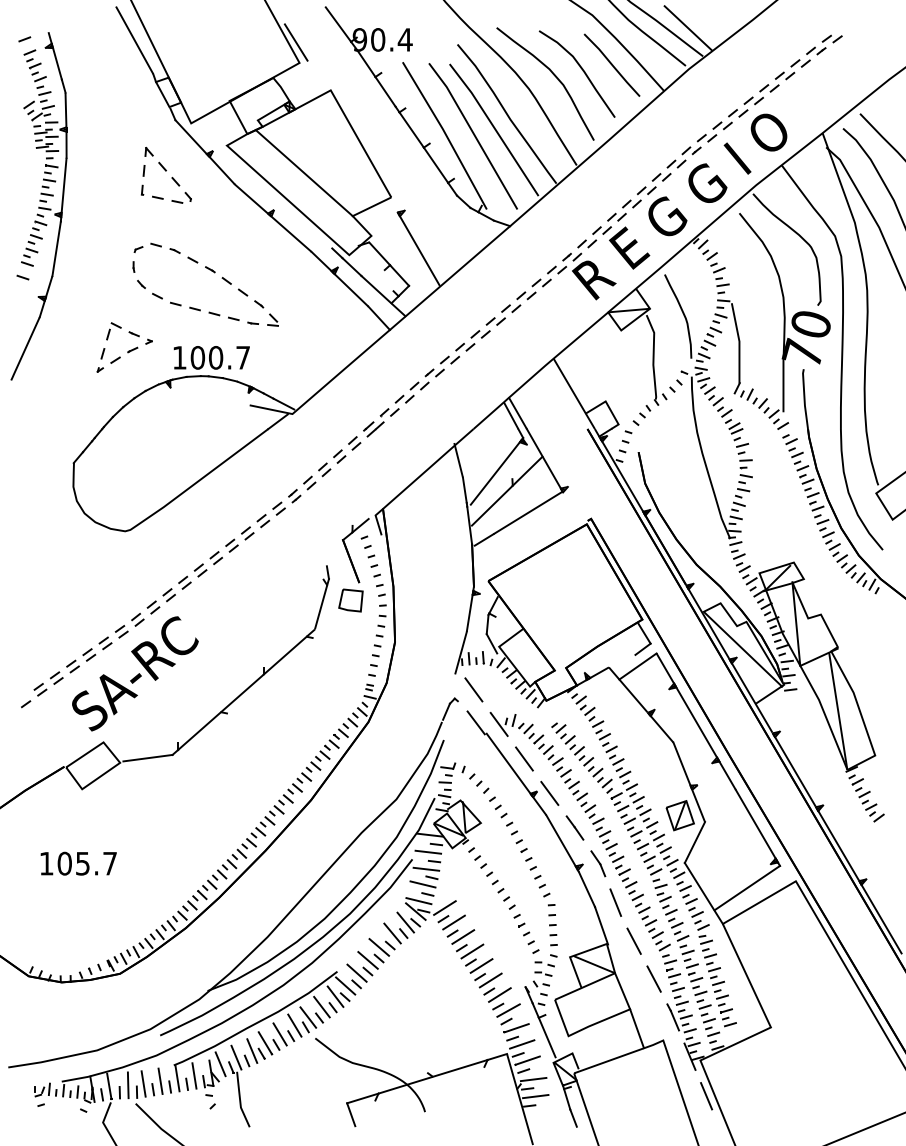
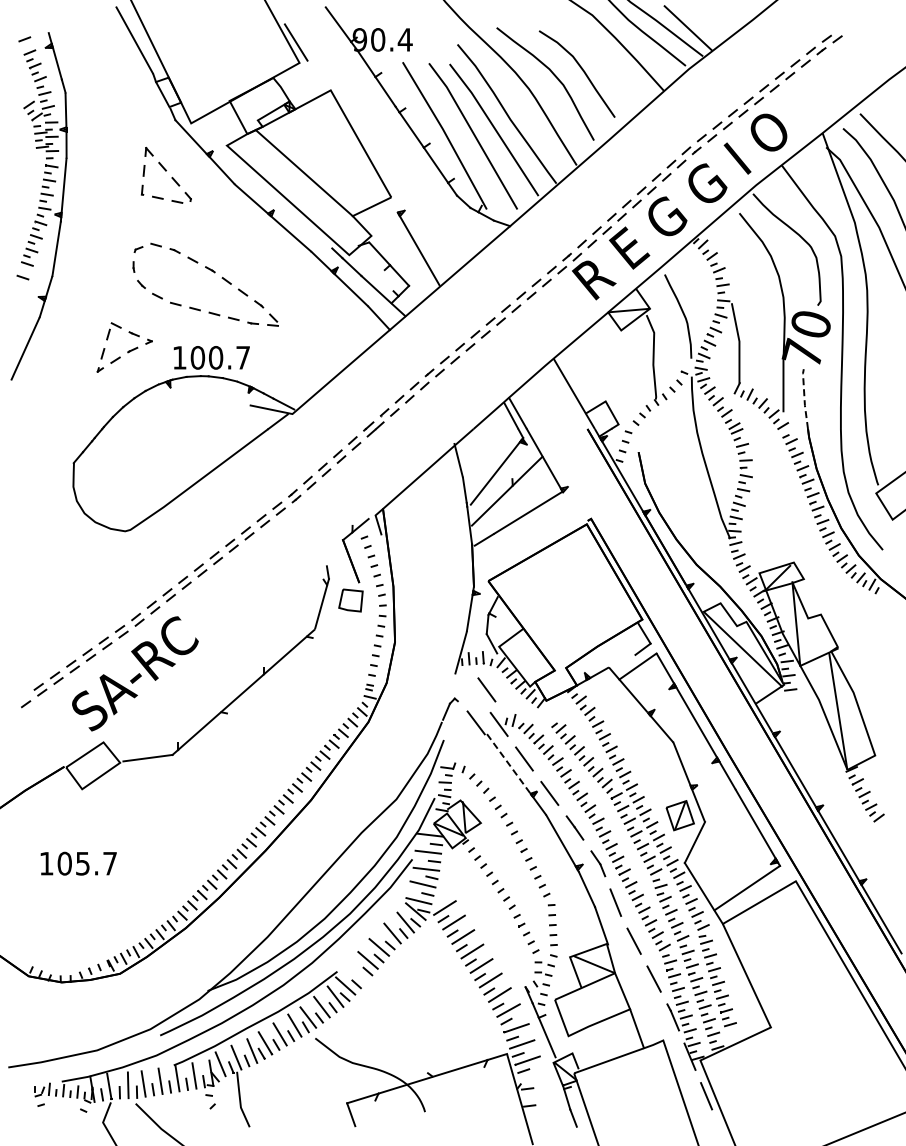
line at (611, 64): present -> none
line at (804, 398): solid -> dashed
line at (473, 689) position: (473, 689) -> (486, 689)
line at (508, 763): solid -> dashed
line at (356, 972): present -> none
line at (533, 1079): present -> none
line at (535, 1096): present -> none
